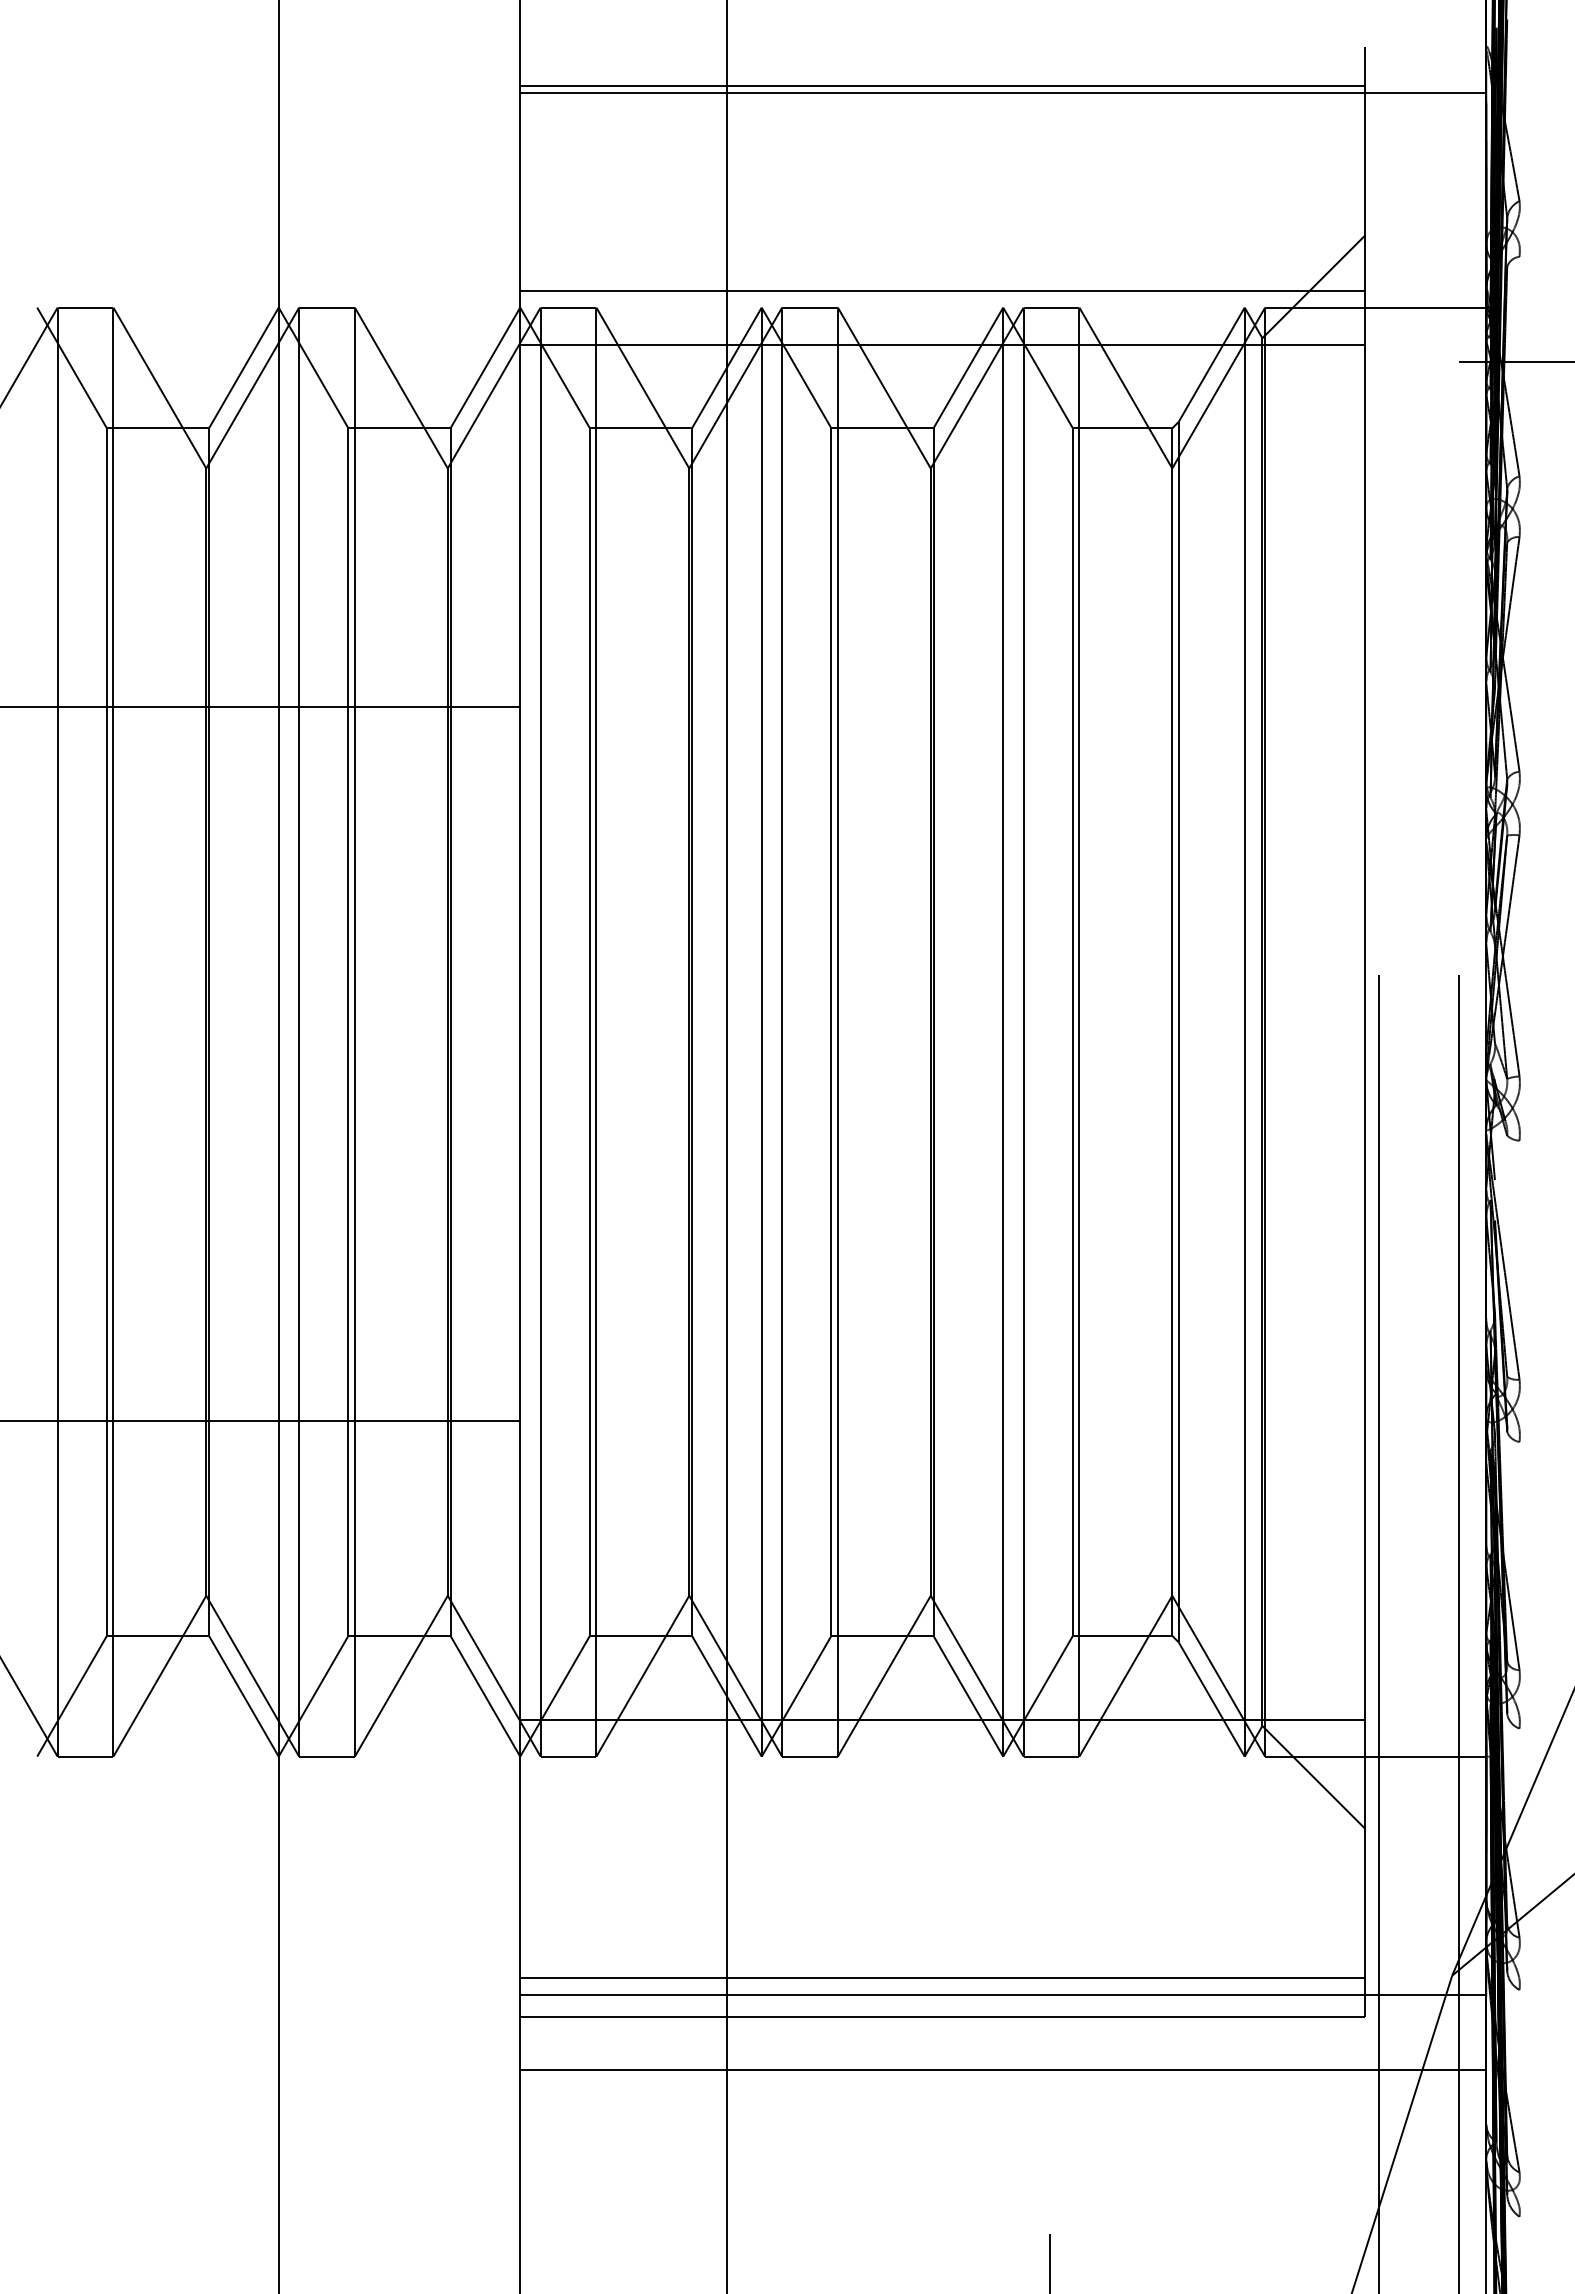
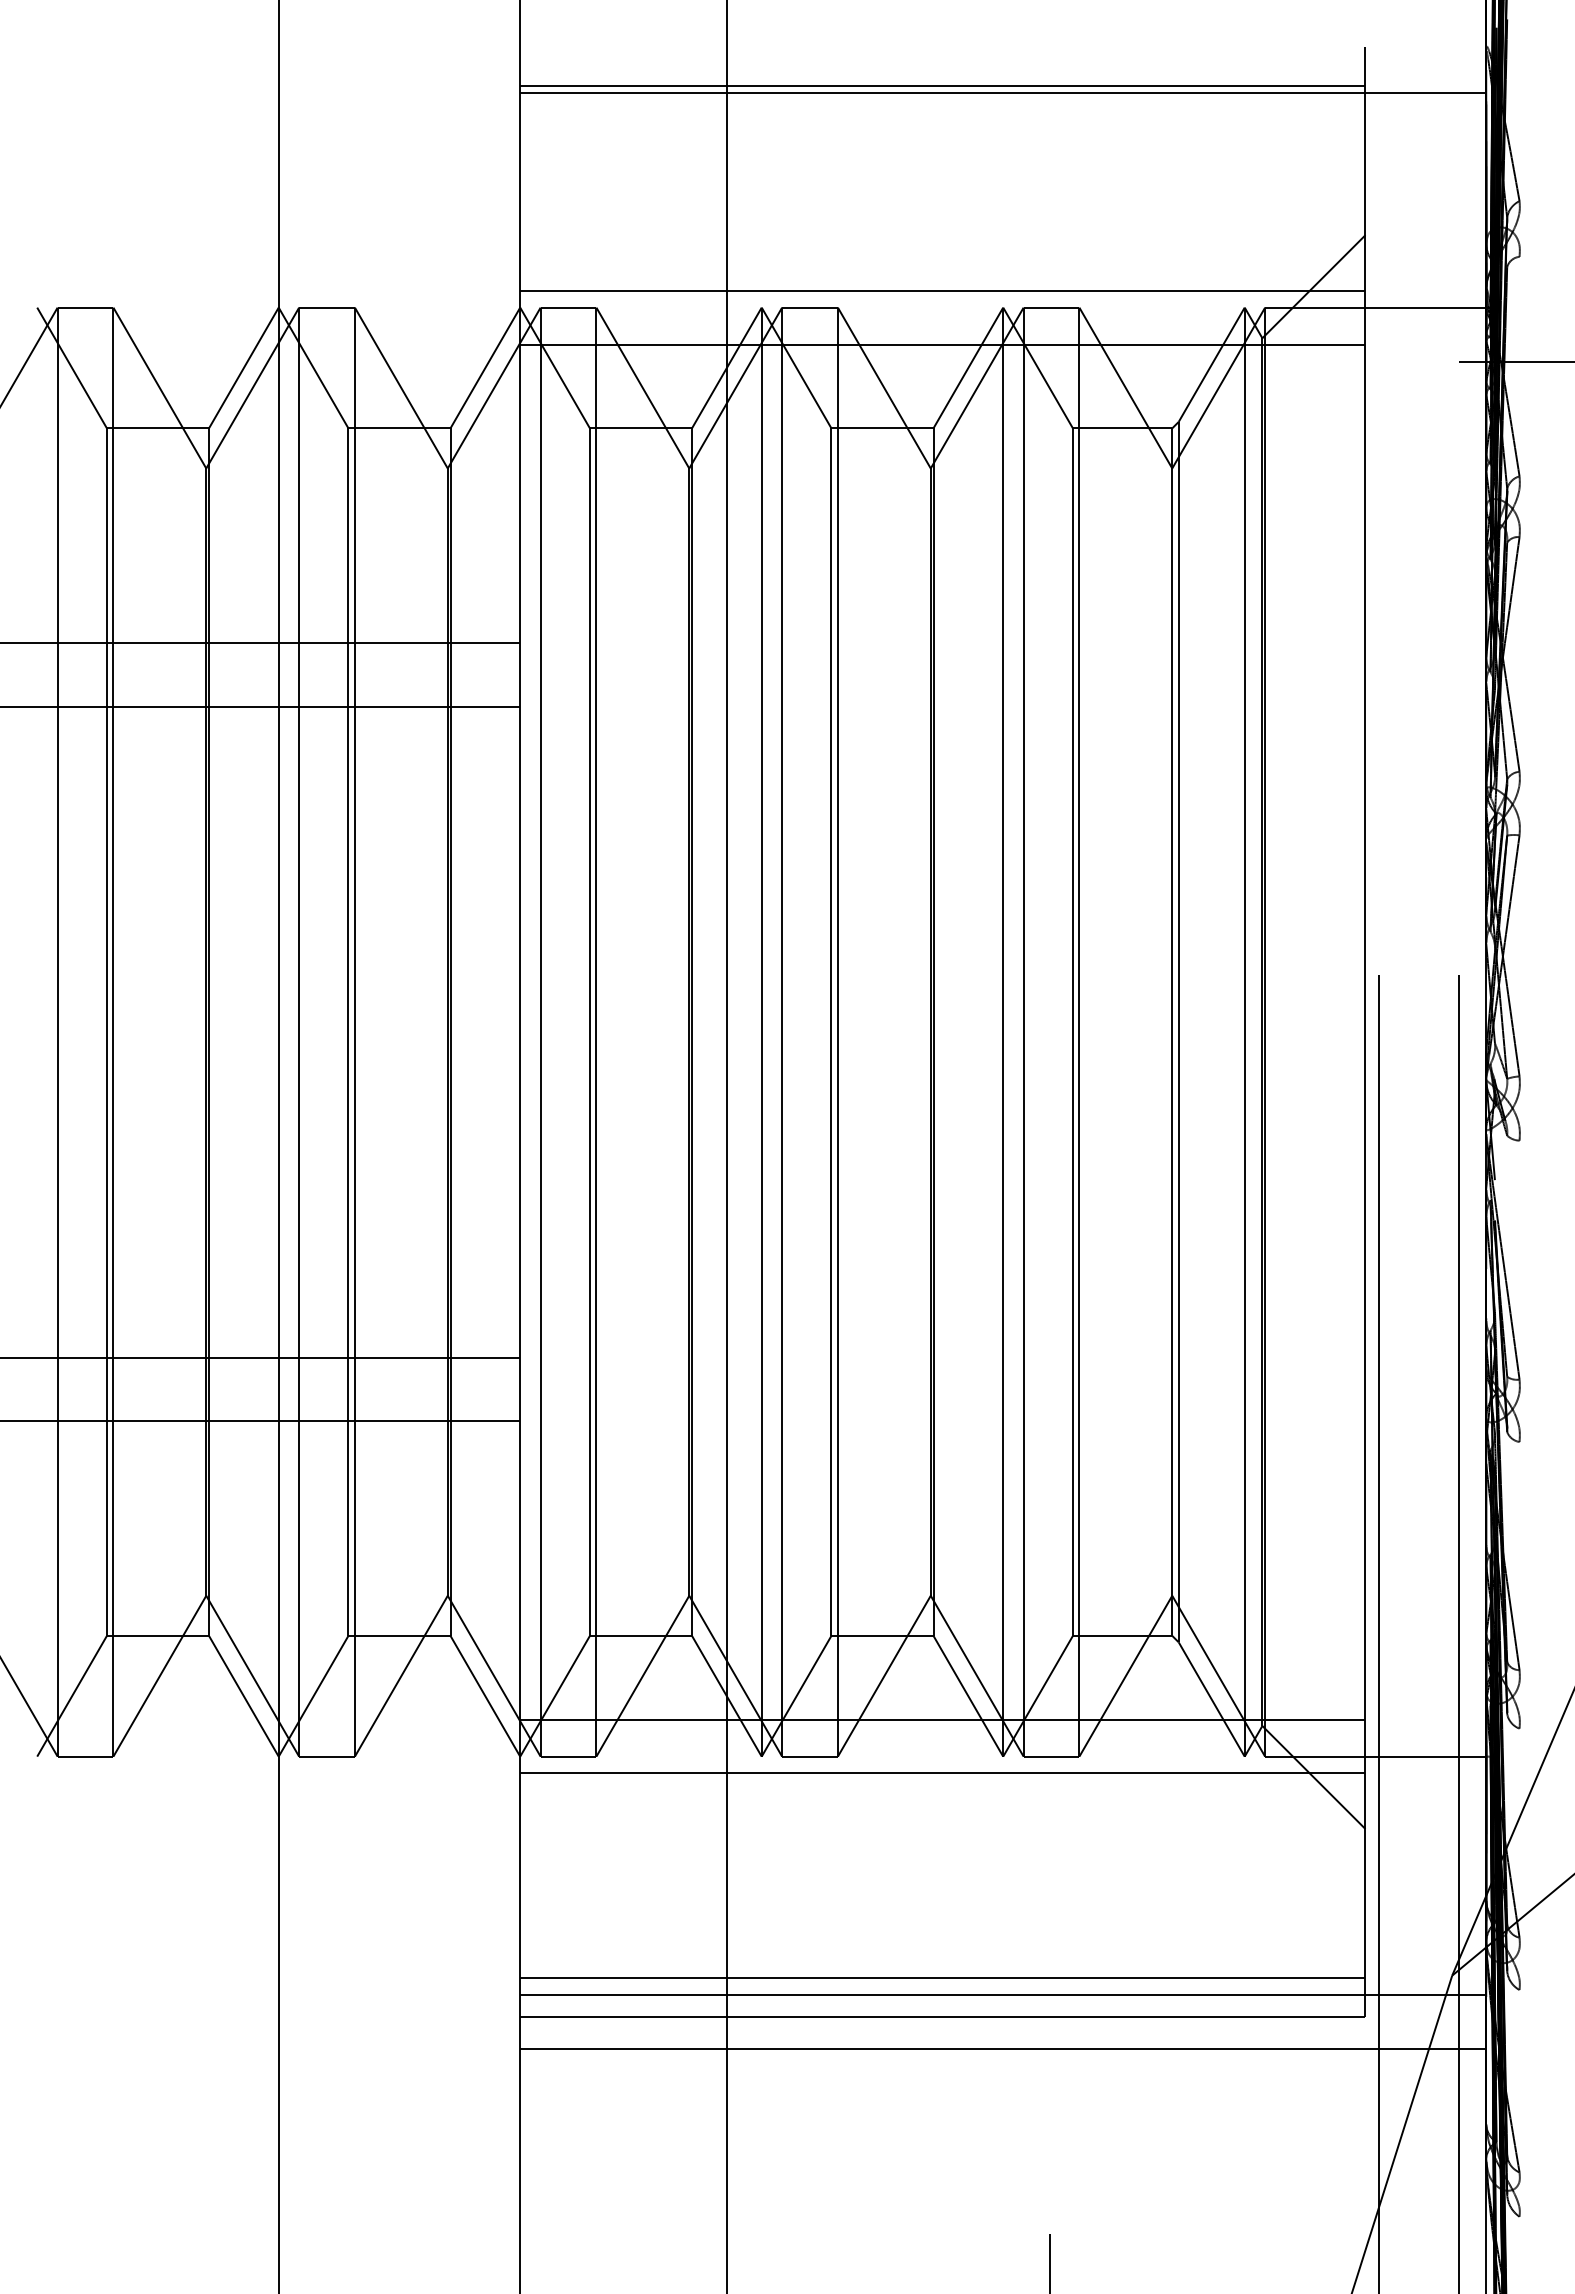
line at (261, 643): none -> present
line at (261, 1357): none -> present
line at (942, 1772): none -> present
line at (1003, 2069) position: (1003, 2069) -> (1003, 2048)
